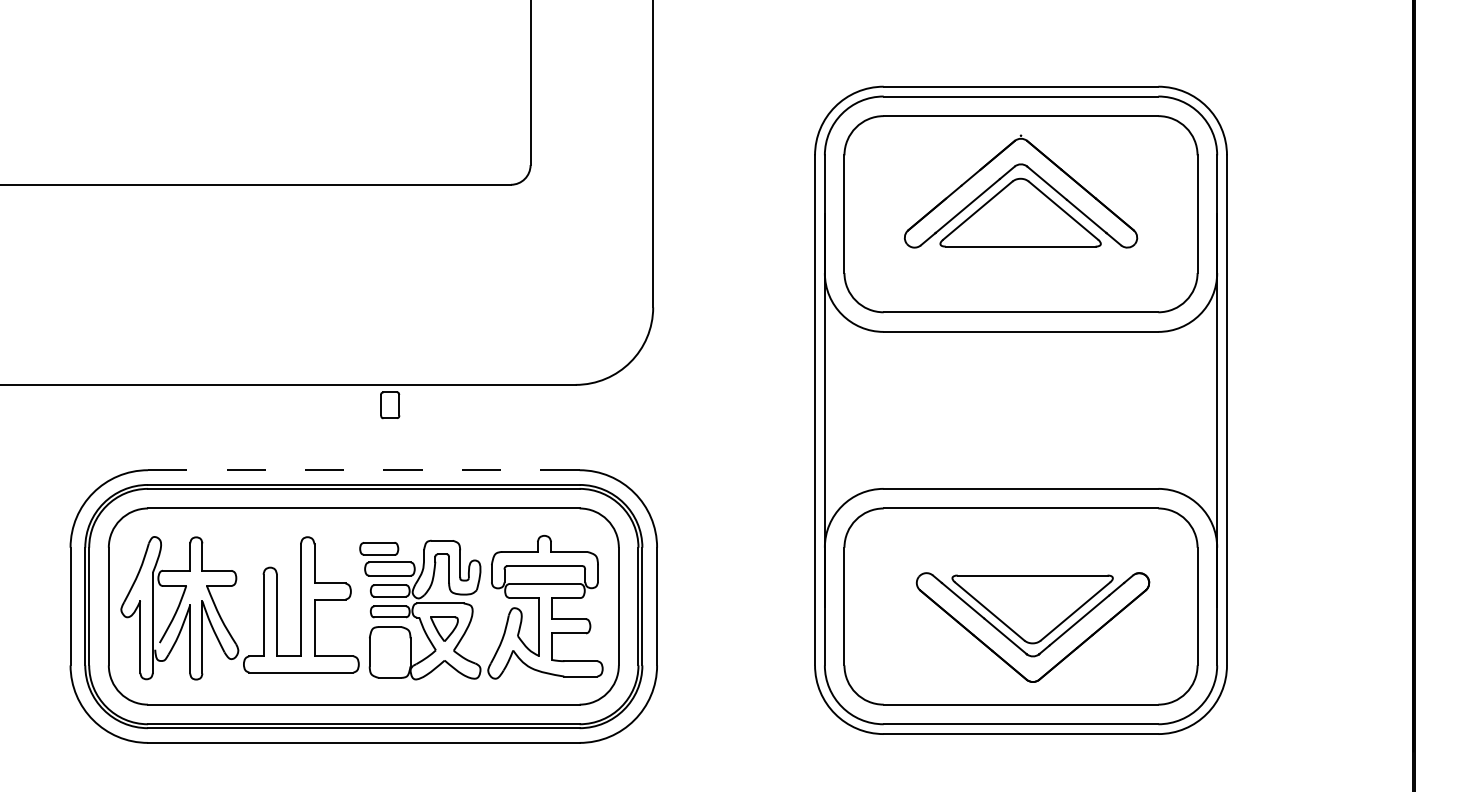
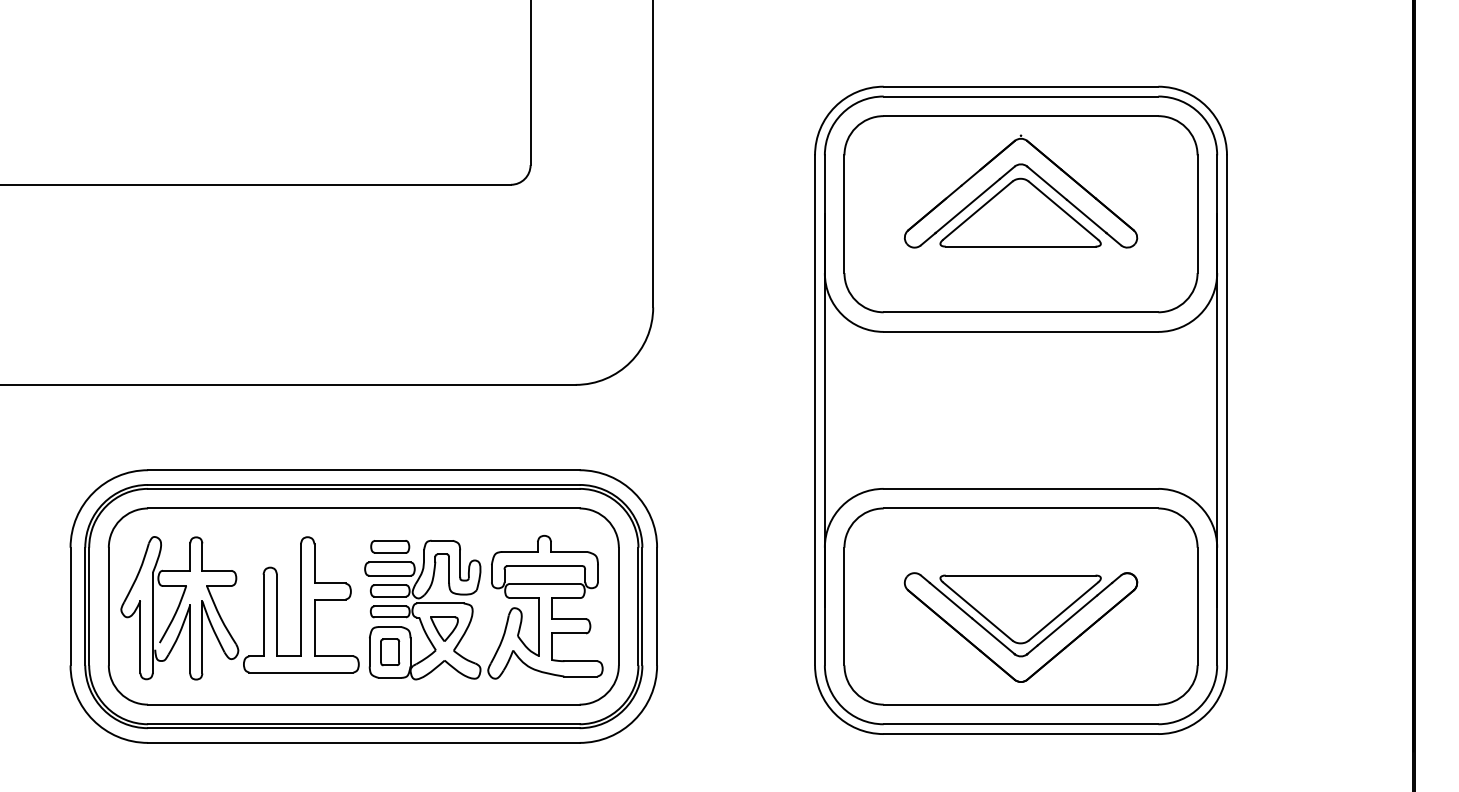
part at (390, 405) position: (390, 405) -> (390, 652)
line at (363, 470): dashed -> solid
part at (379, 548) position: (379, 548) -> (390, 546)
part at (1032, 627) position: (1032, 627) -> (1020, 627)
